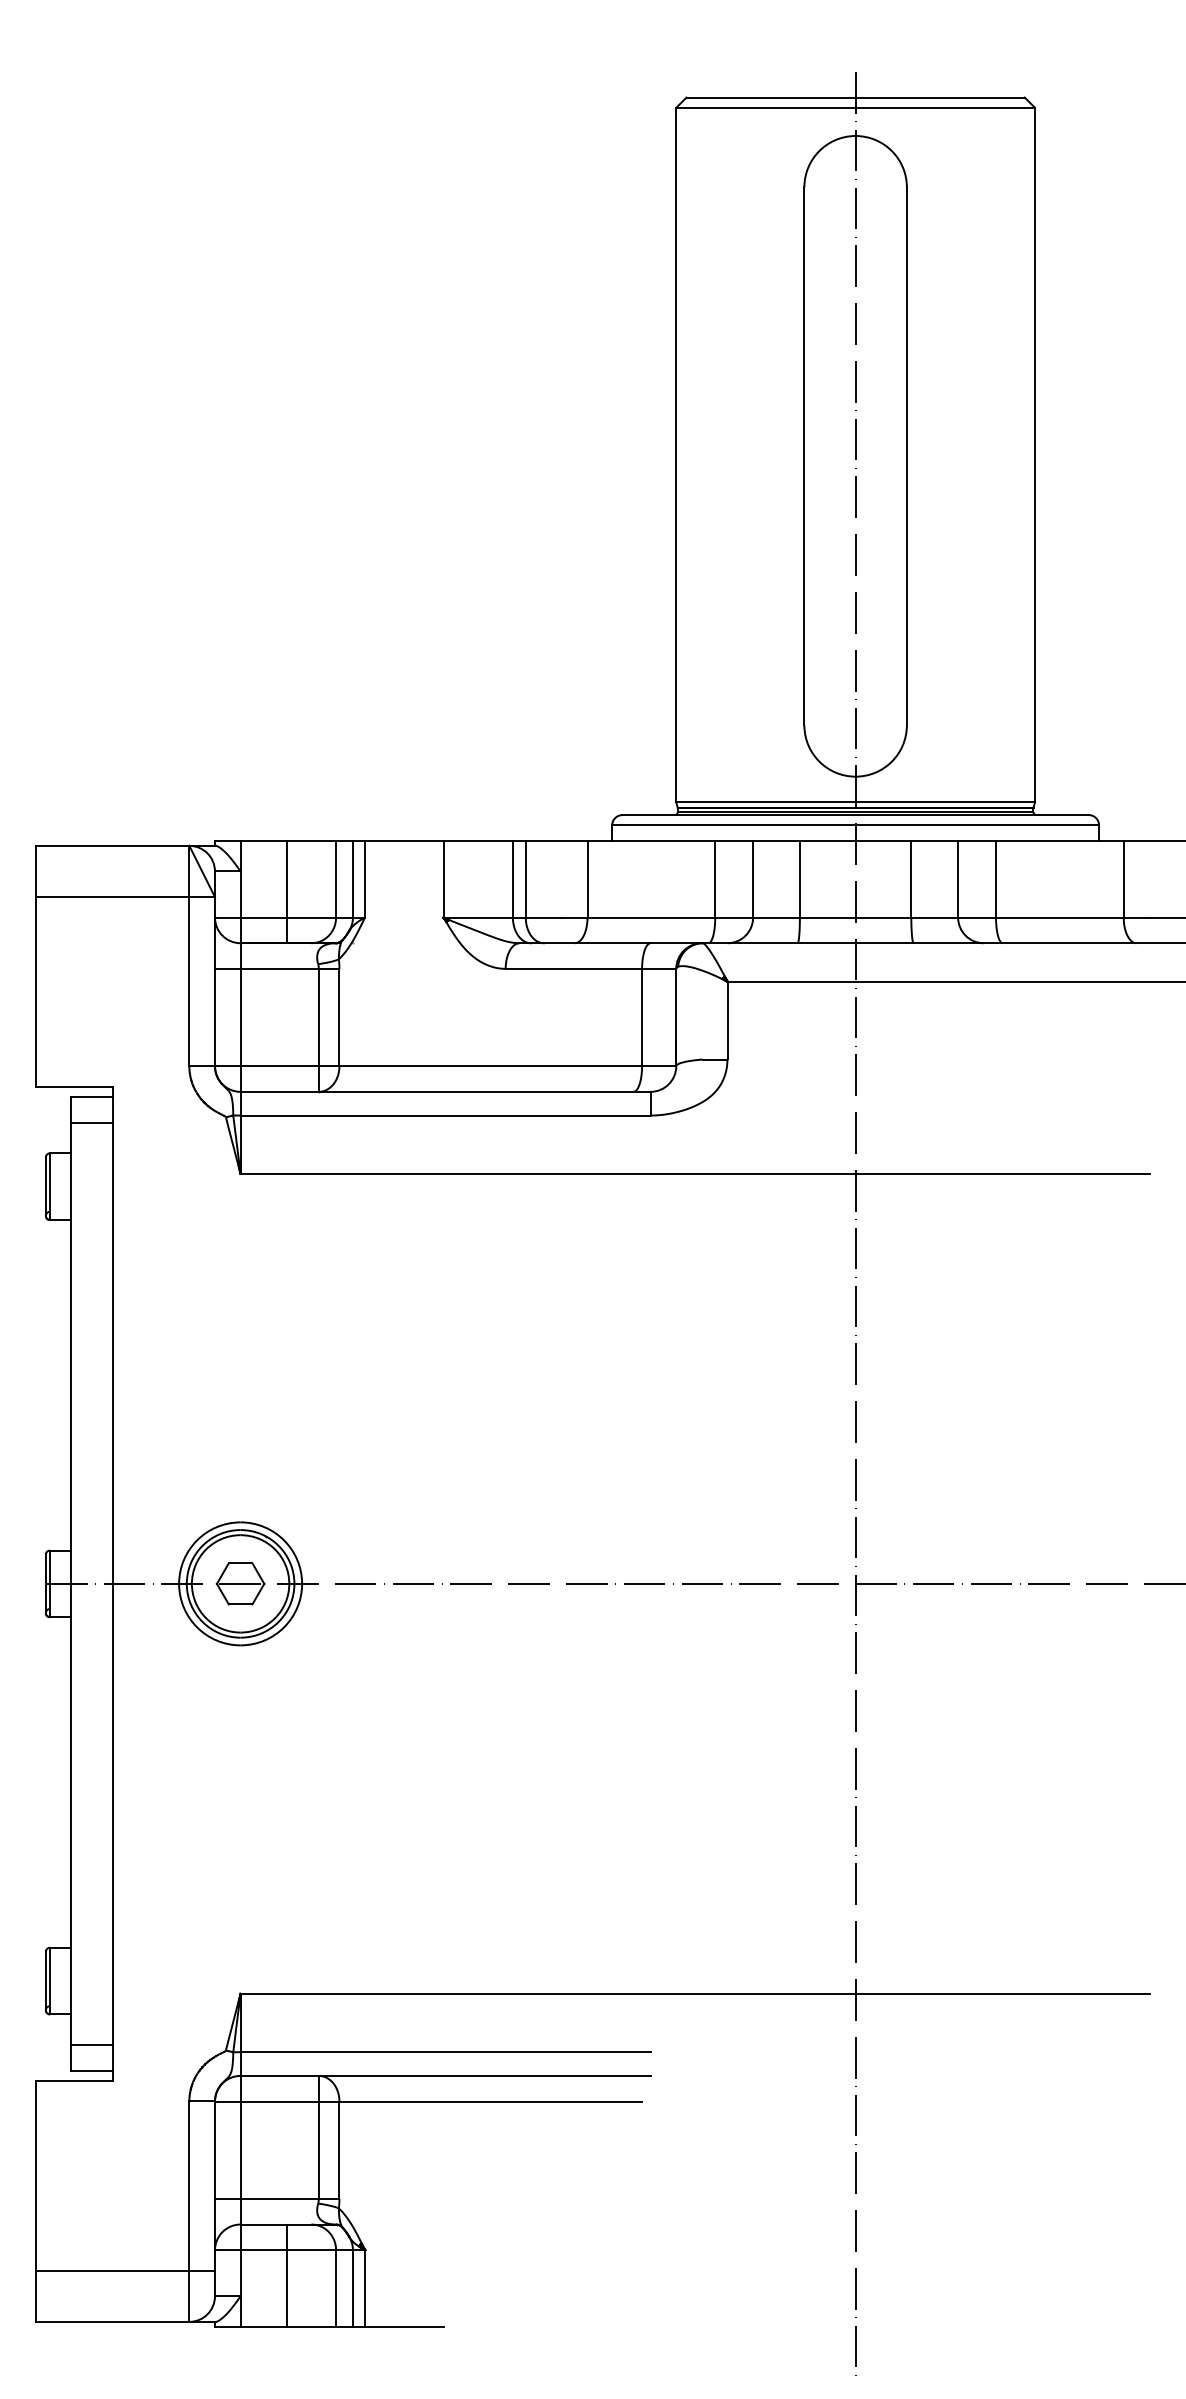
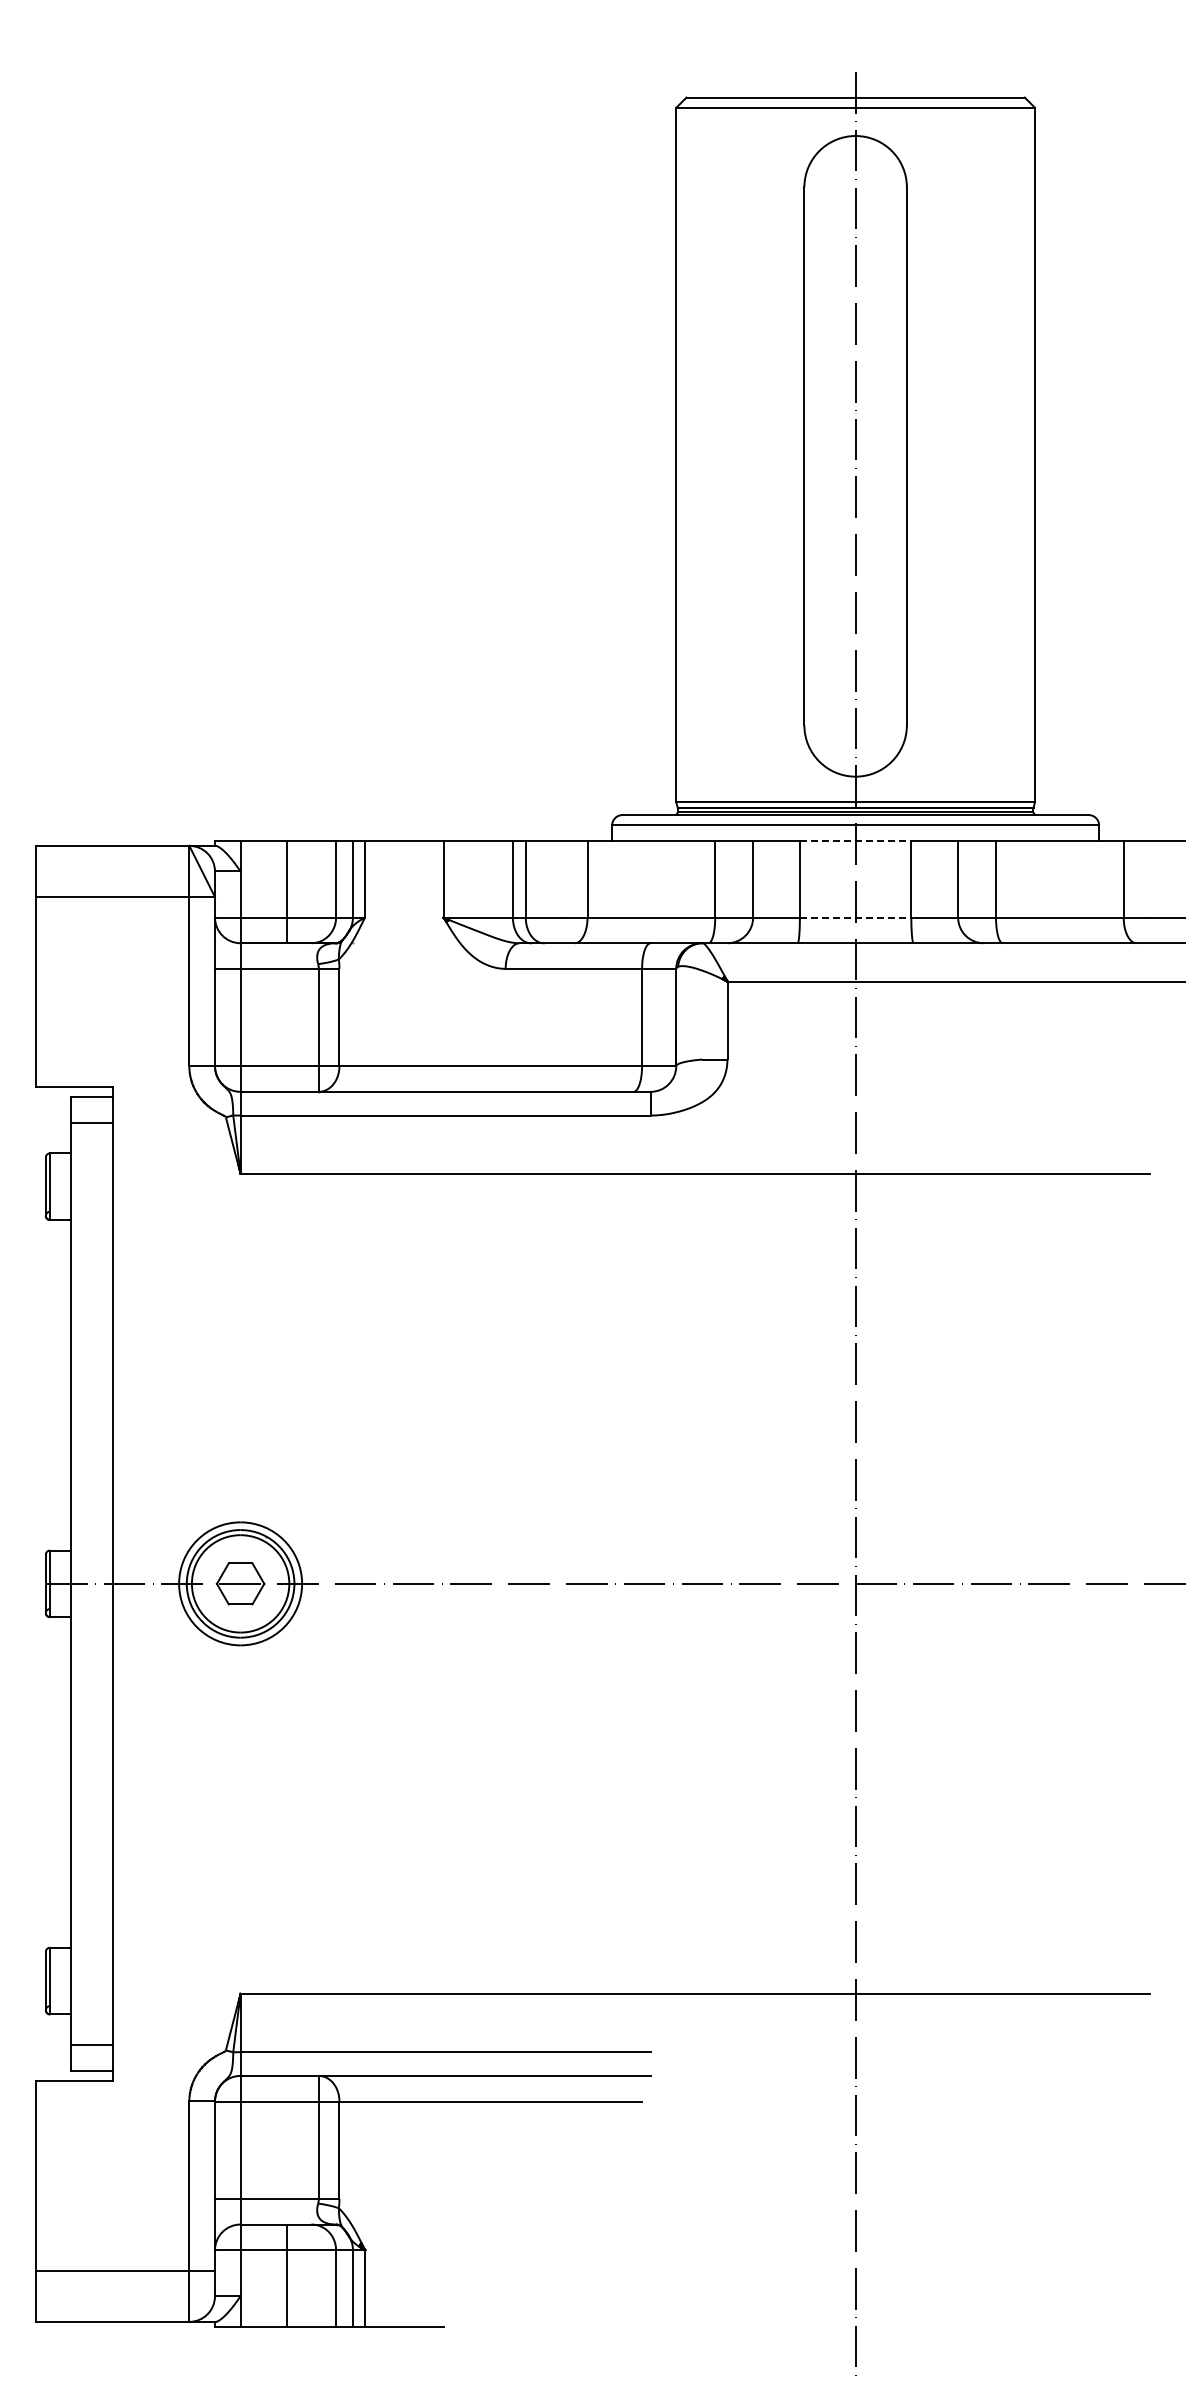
line at (855, 840): solid -> dashed
line at (855, 917): solid -> dashed
